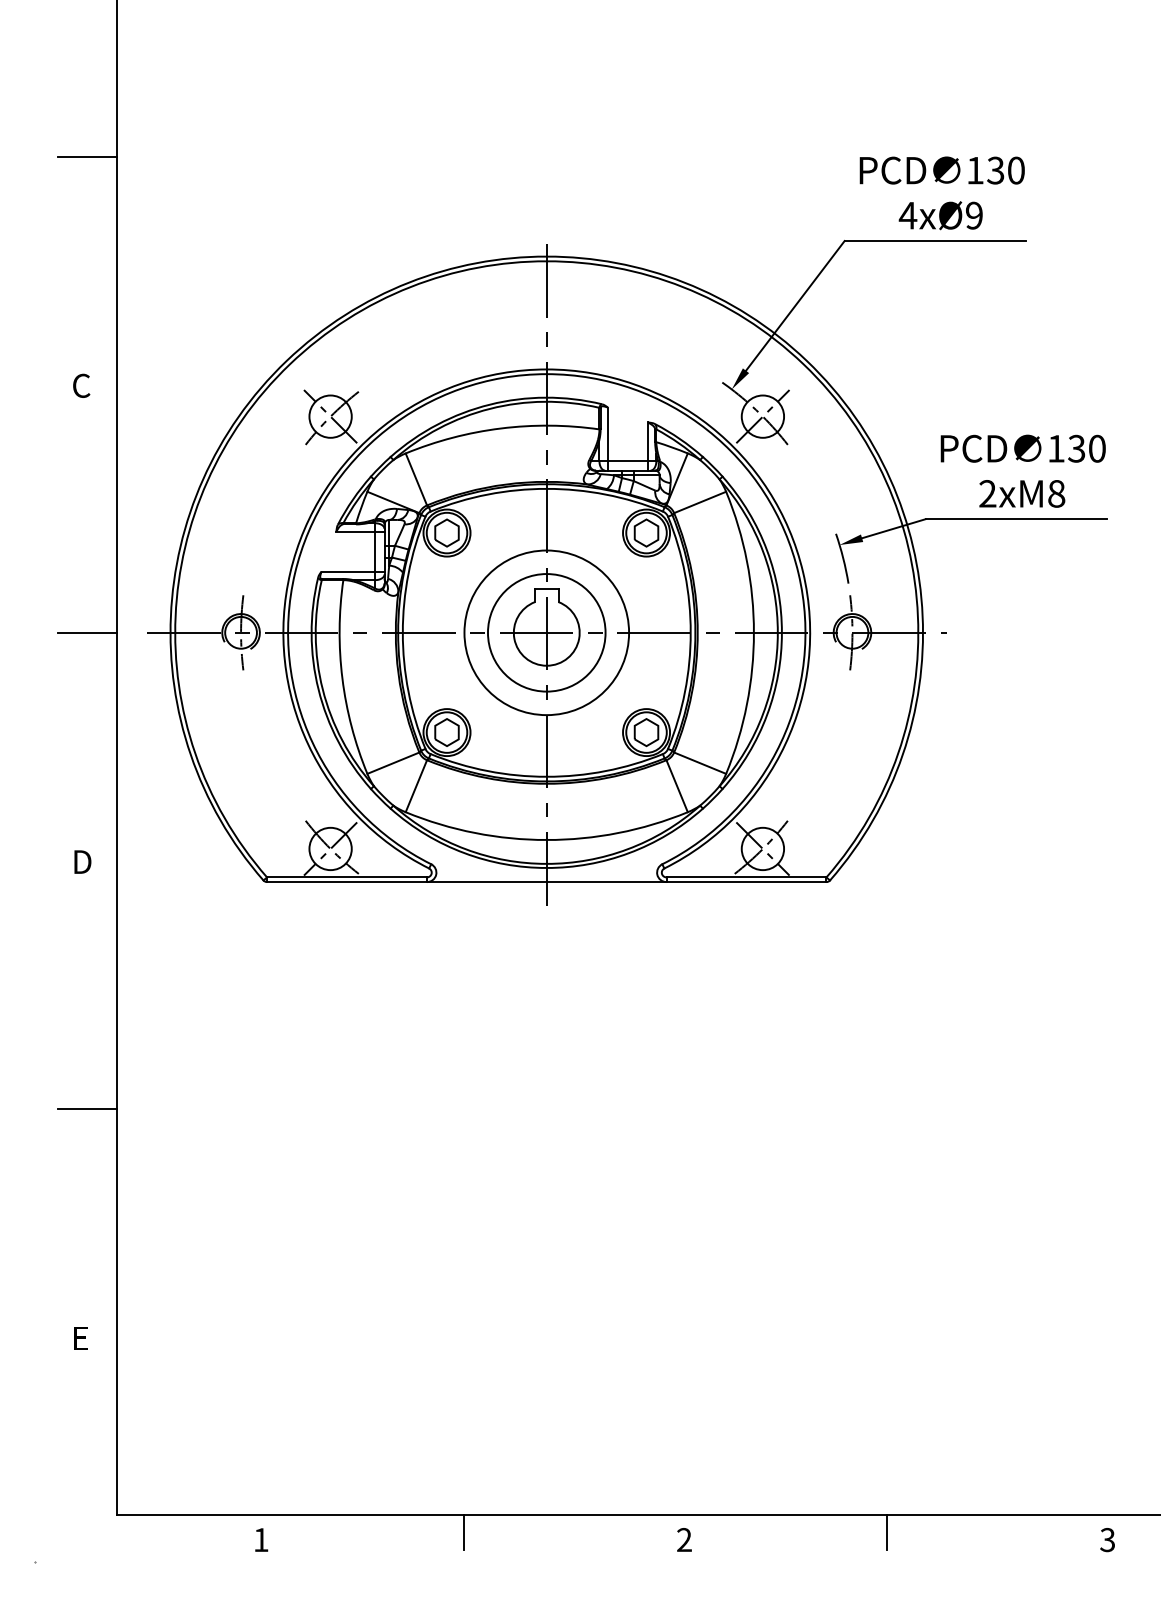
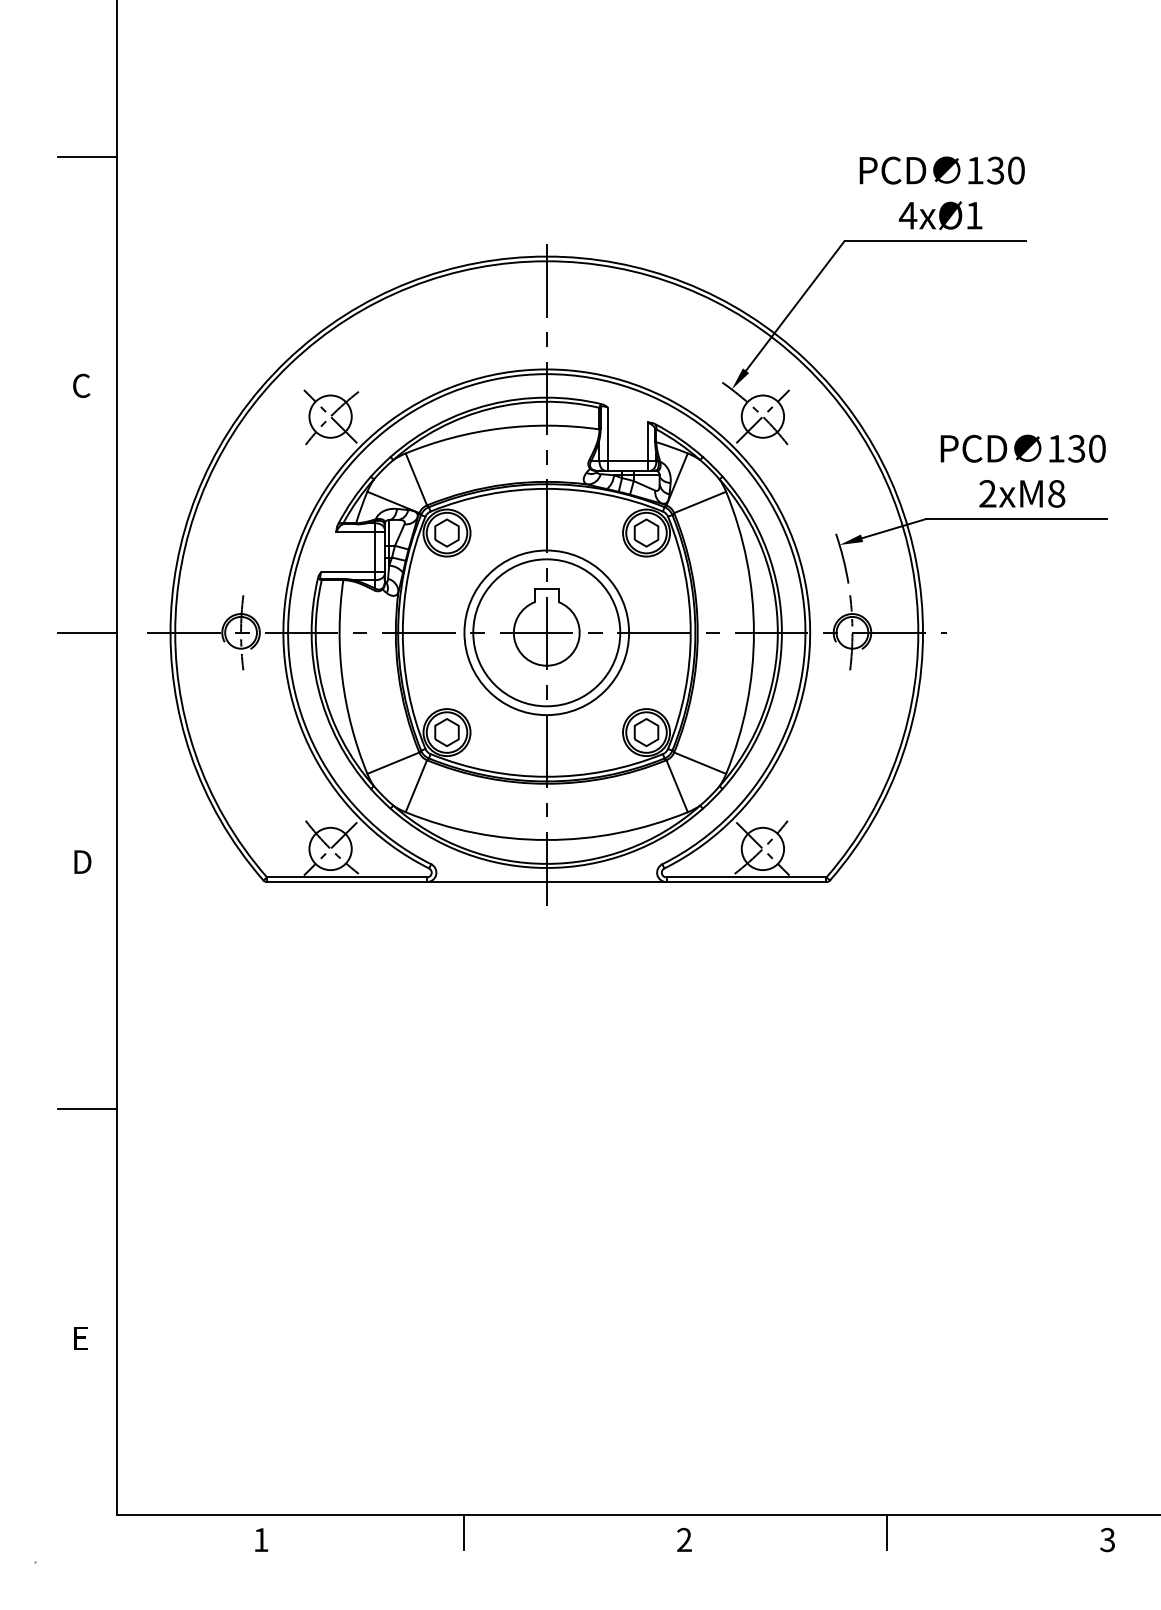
text at (974, 215): 4xØ9 -> 4xØ1
circle at (546, 632) diameter: 118 px -> 147 px
